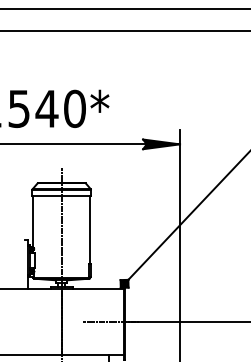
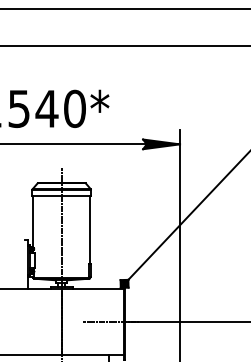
line at (124, 31) position: (124, 31) -> (124, 46)
